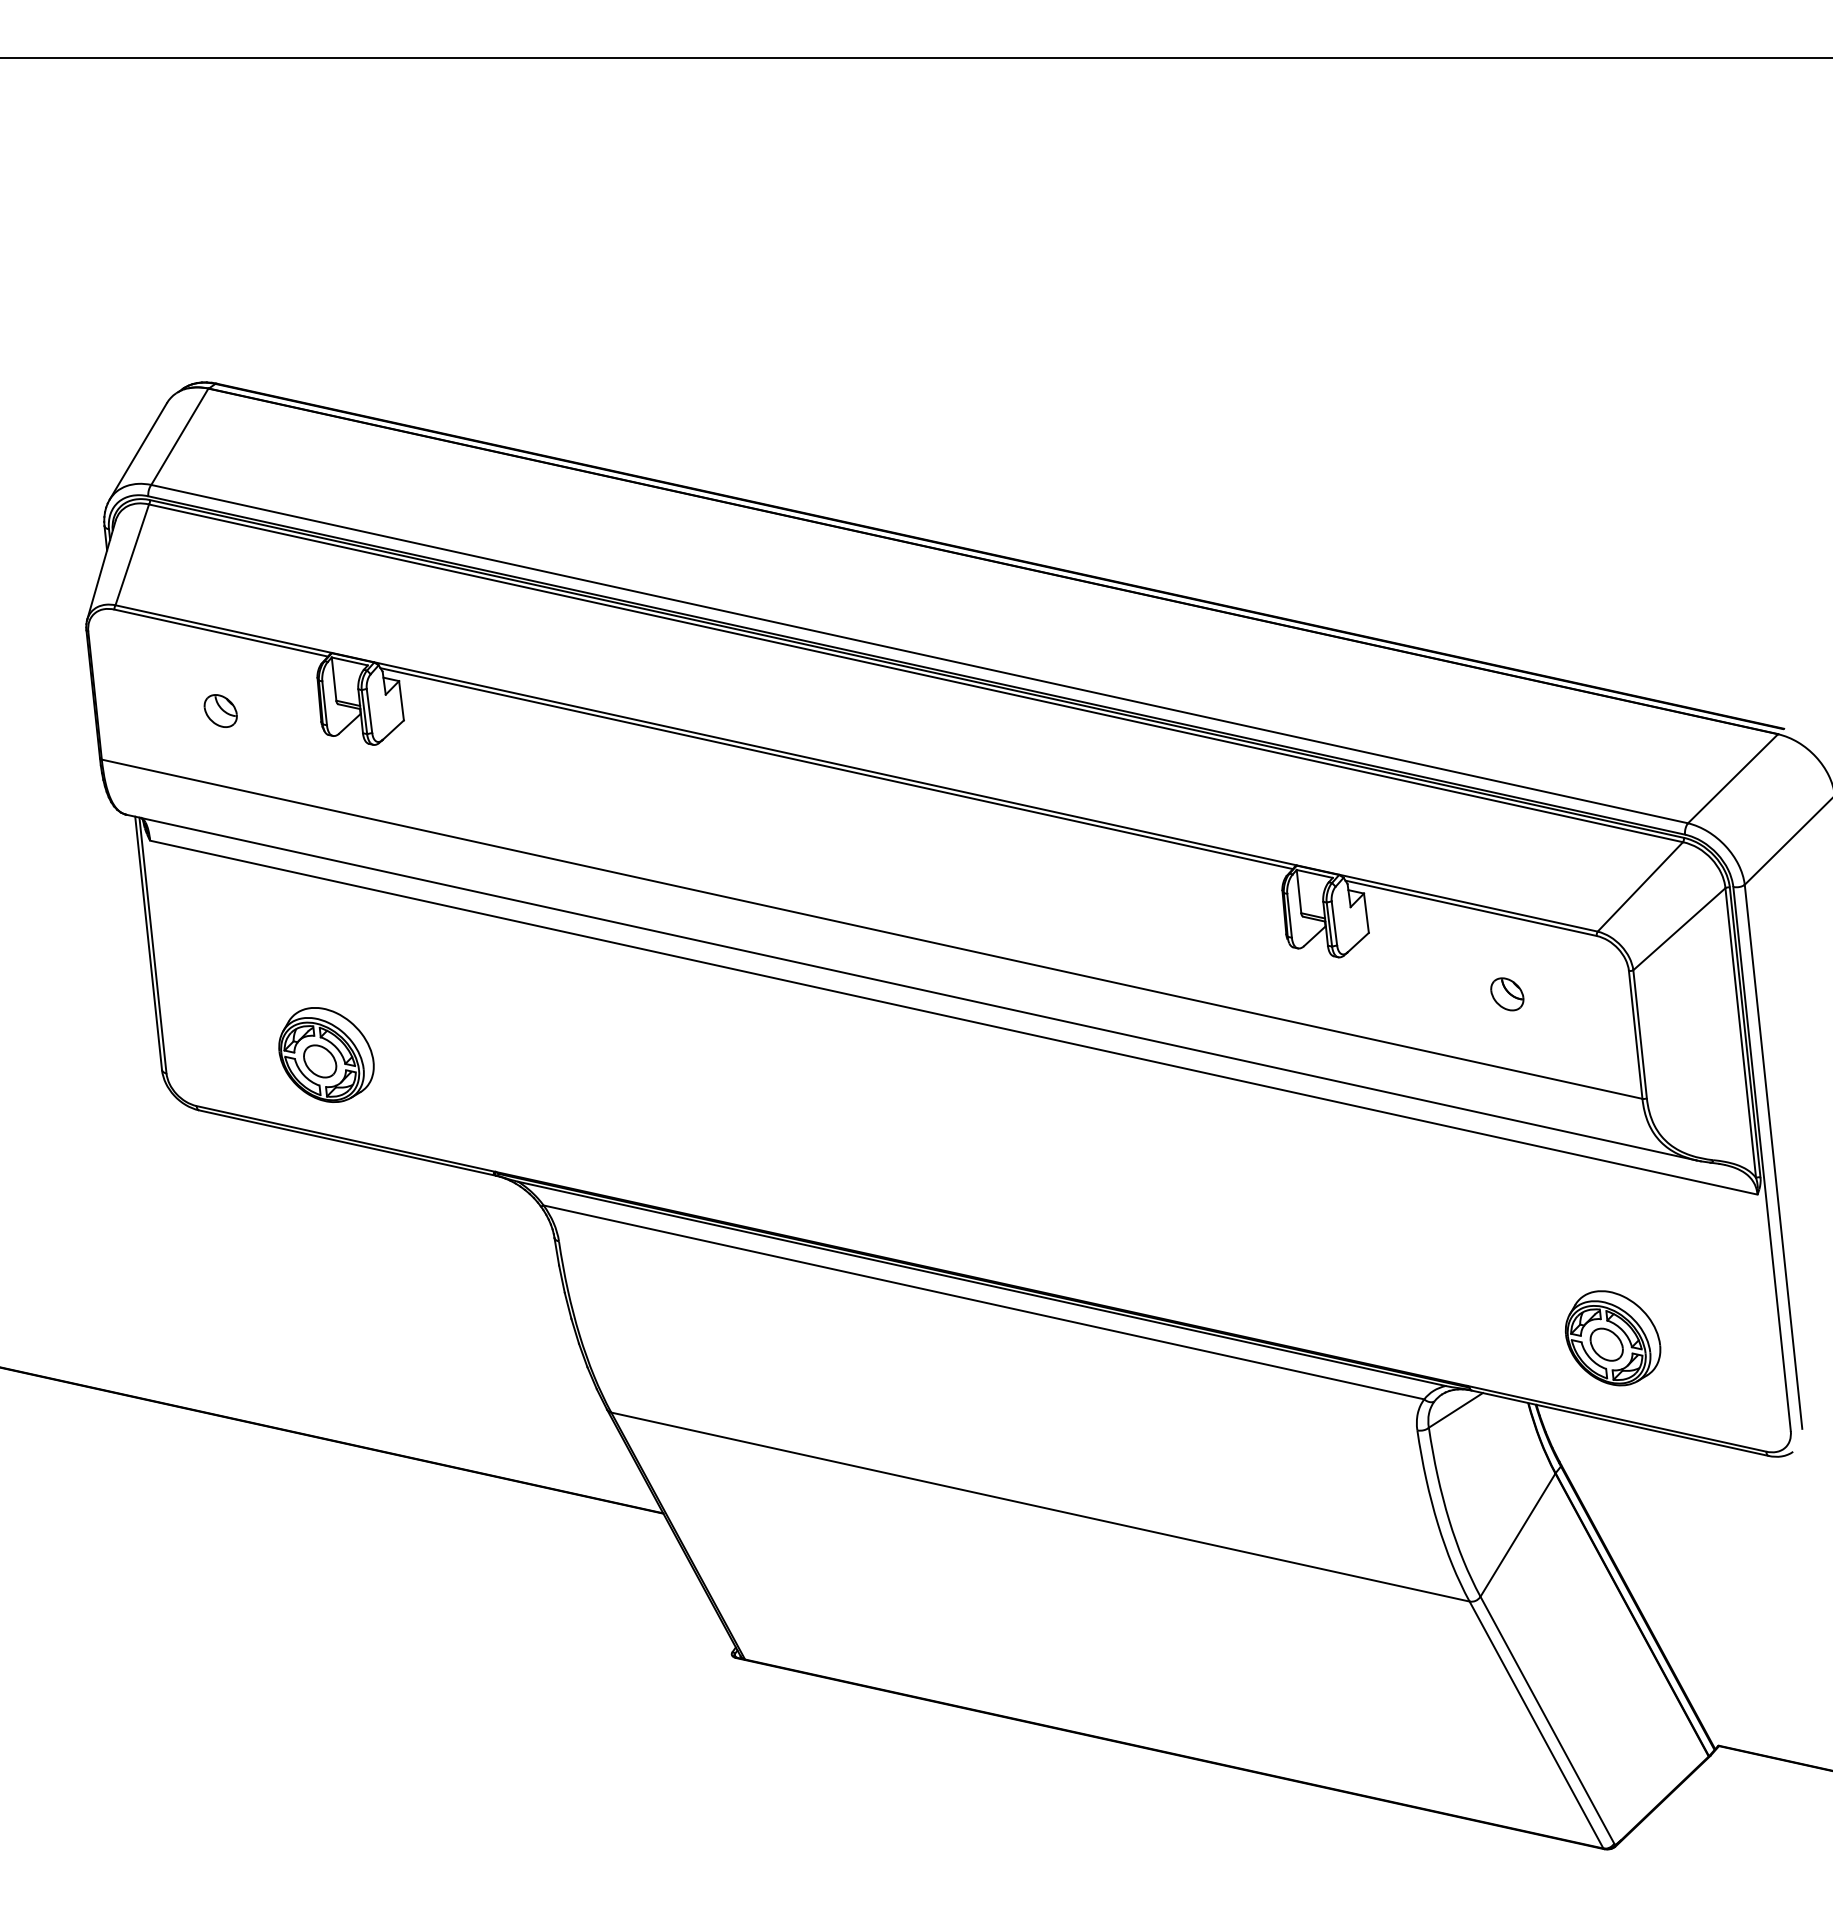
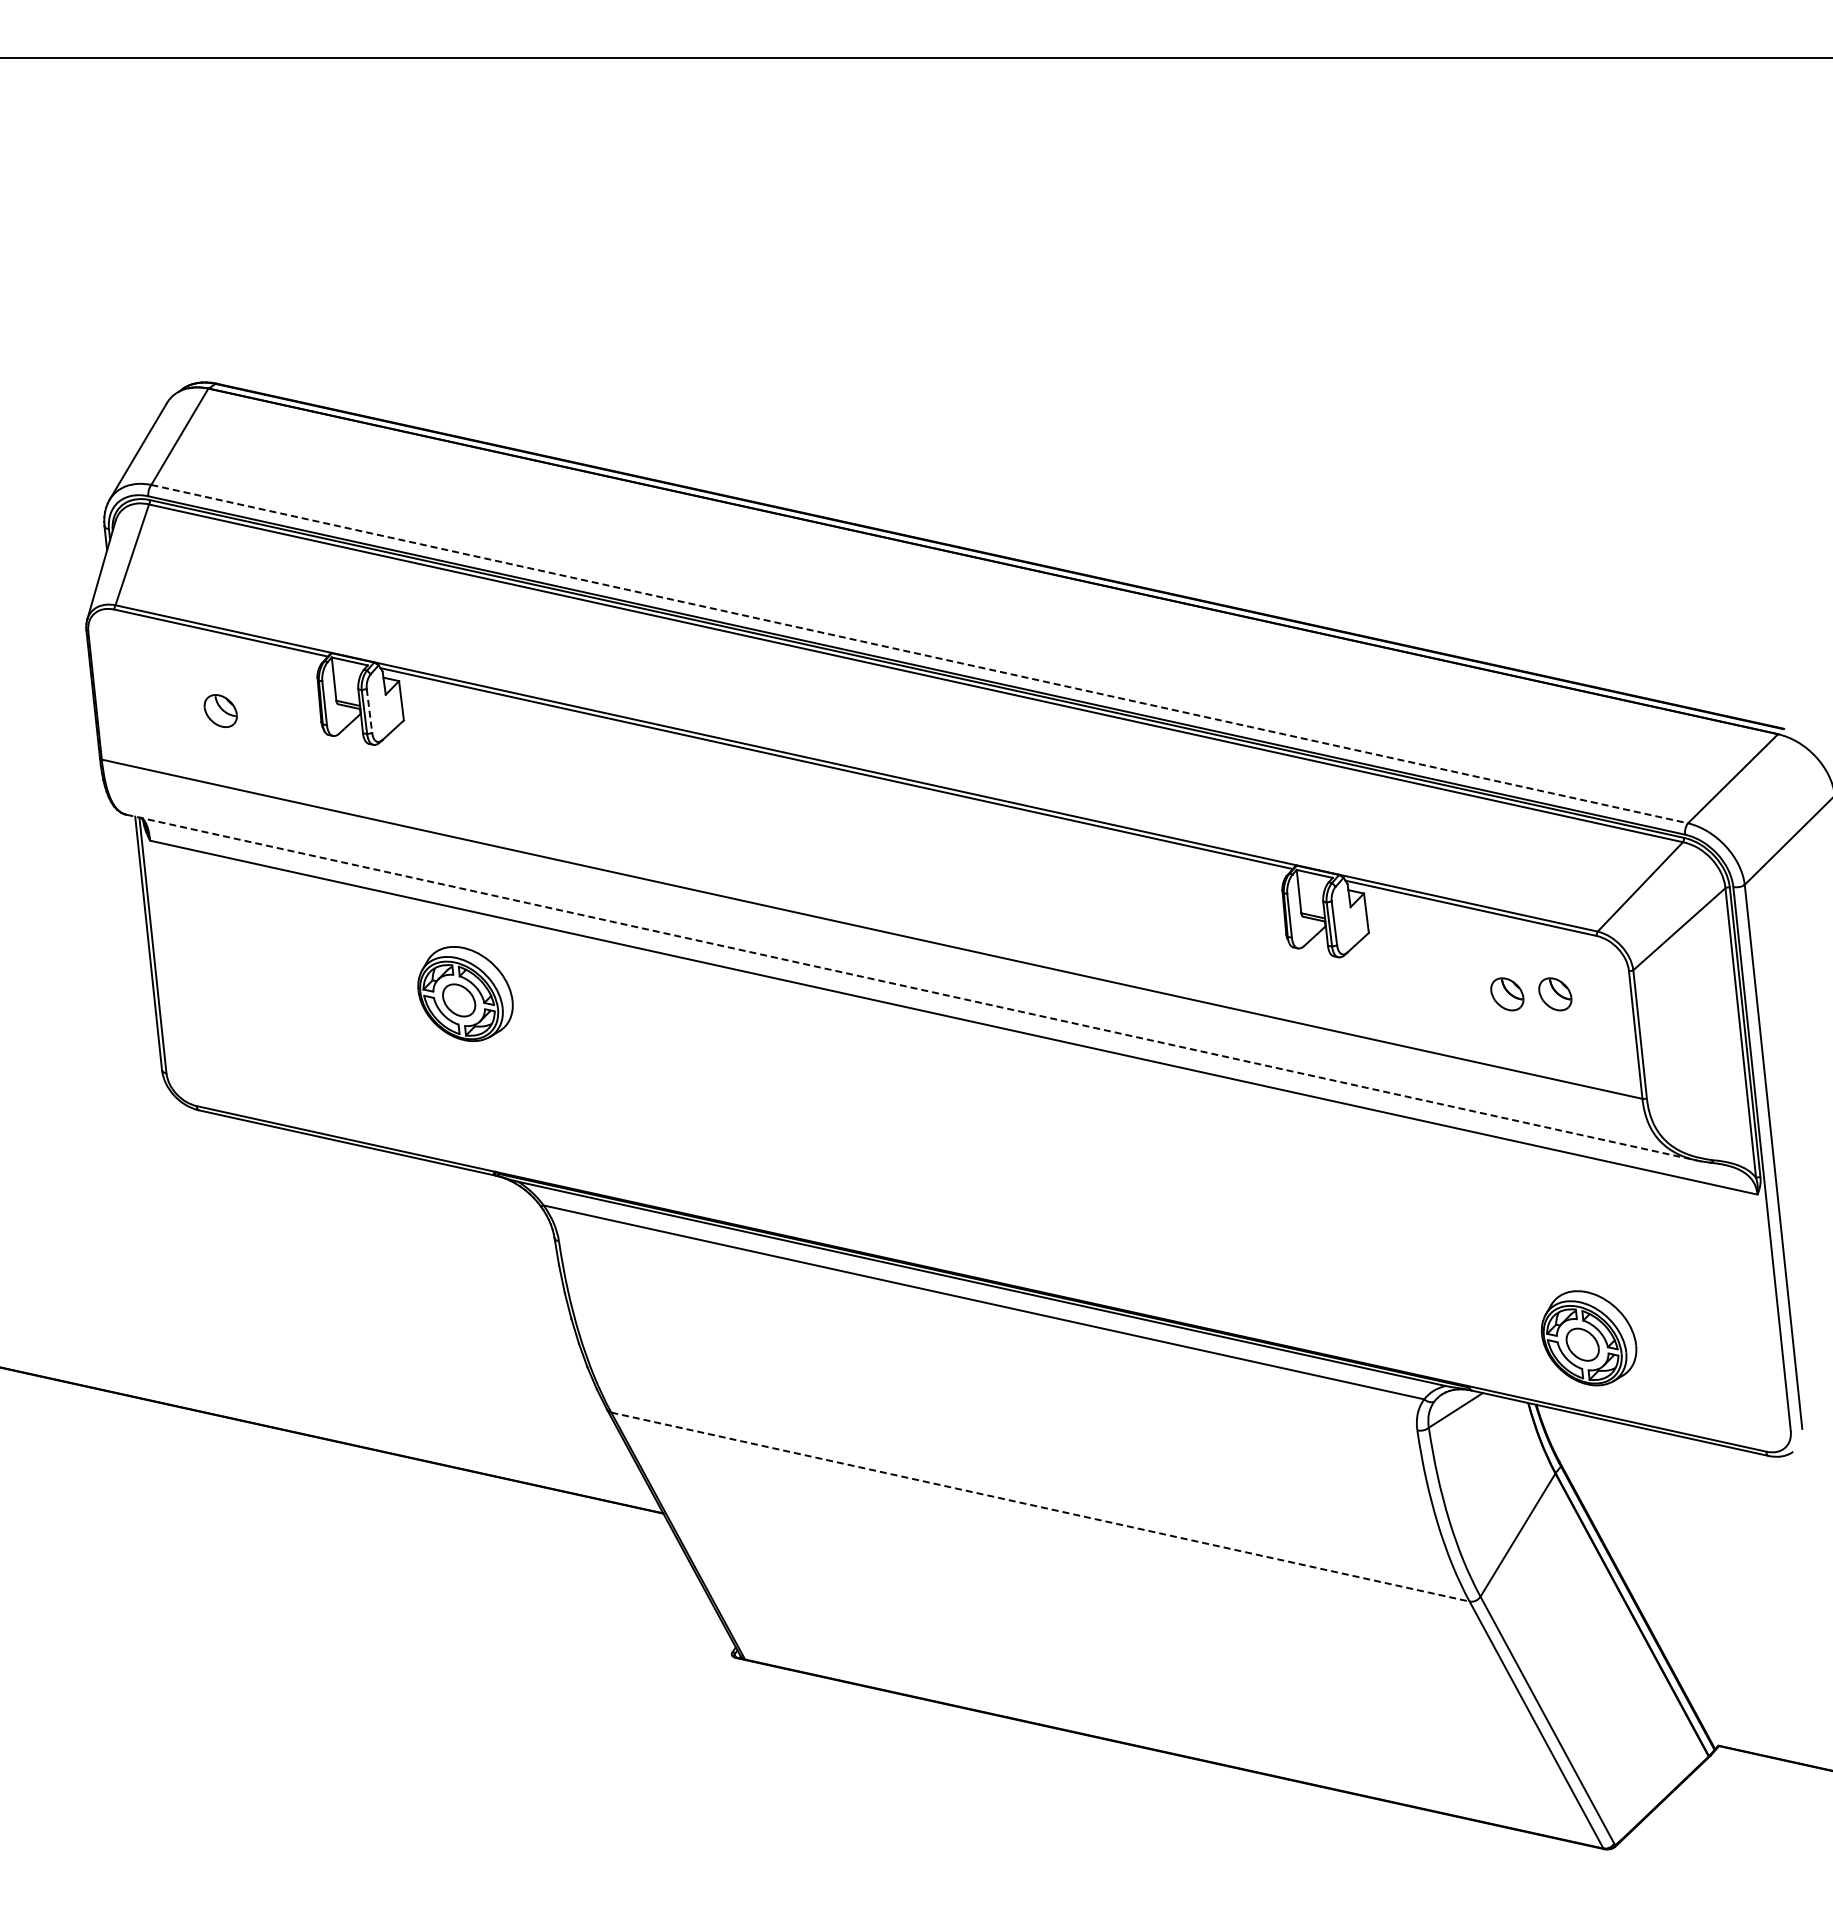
line at (919, 654): solid -> dashed
line at (369, 711): solid -> dashed
line at (912, 987): solid -> dashed
part at (1555, 994): none -> present
part at (326, 1054) position: (326, 1054) -> (465, 993)
part at (1612, 1338) position: (1612, 1338) -> (1588, 1338)
line at (1040, 1507): solid -> dashed
